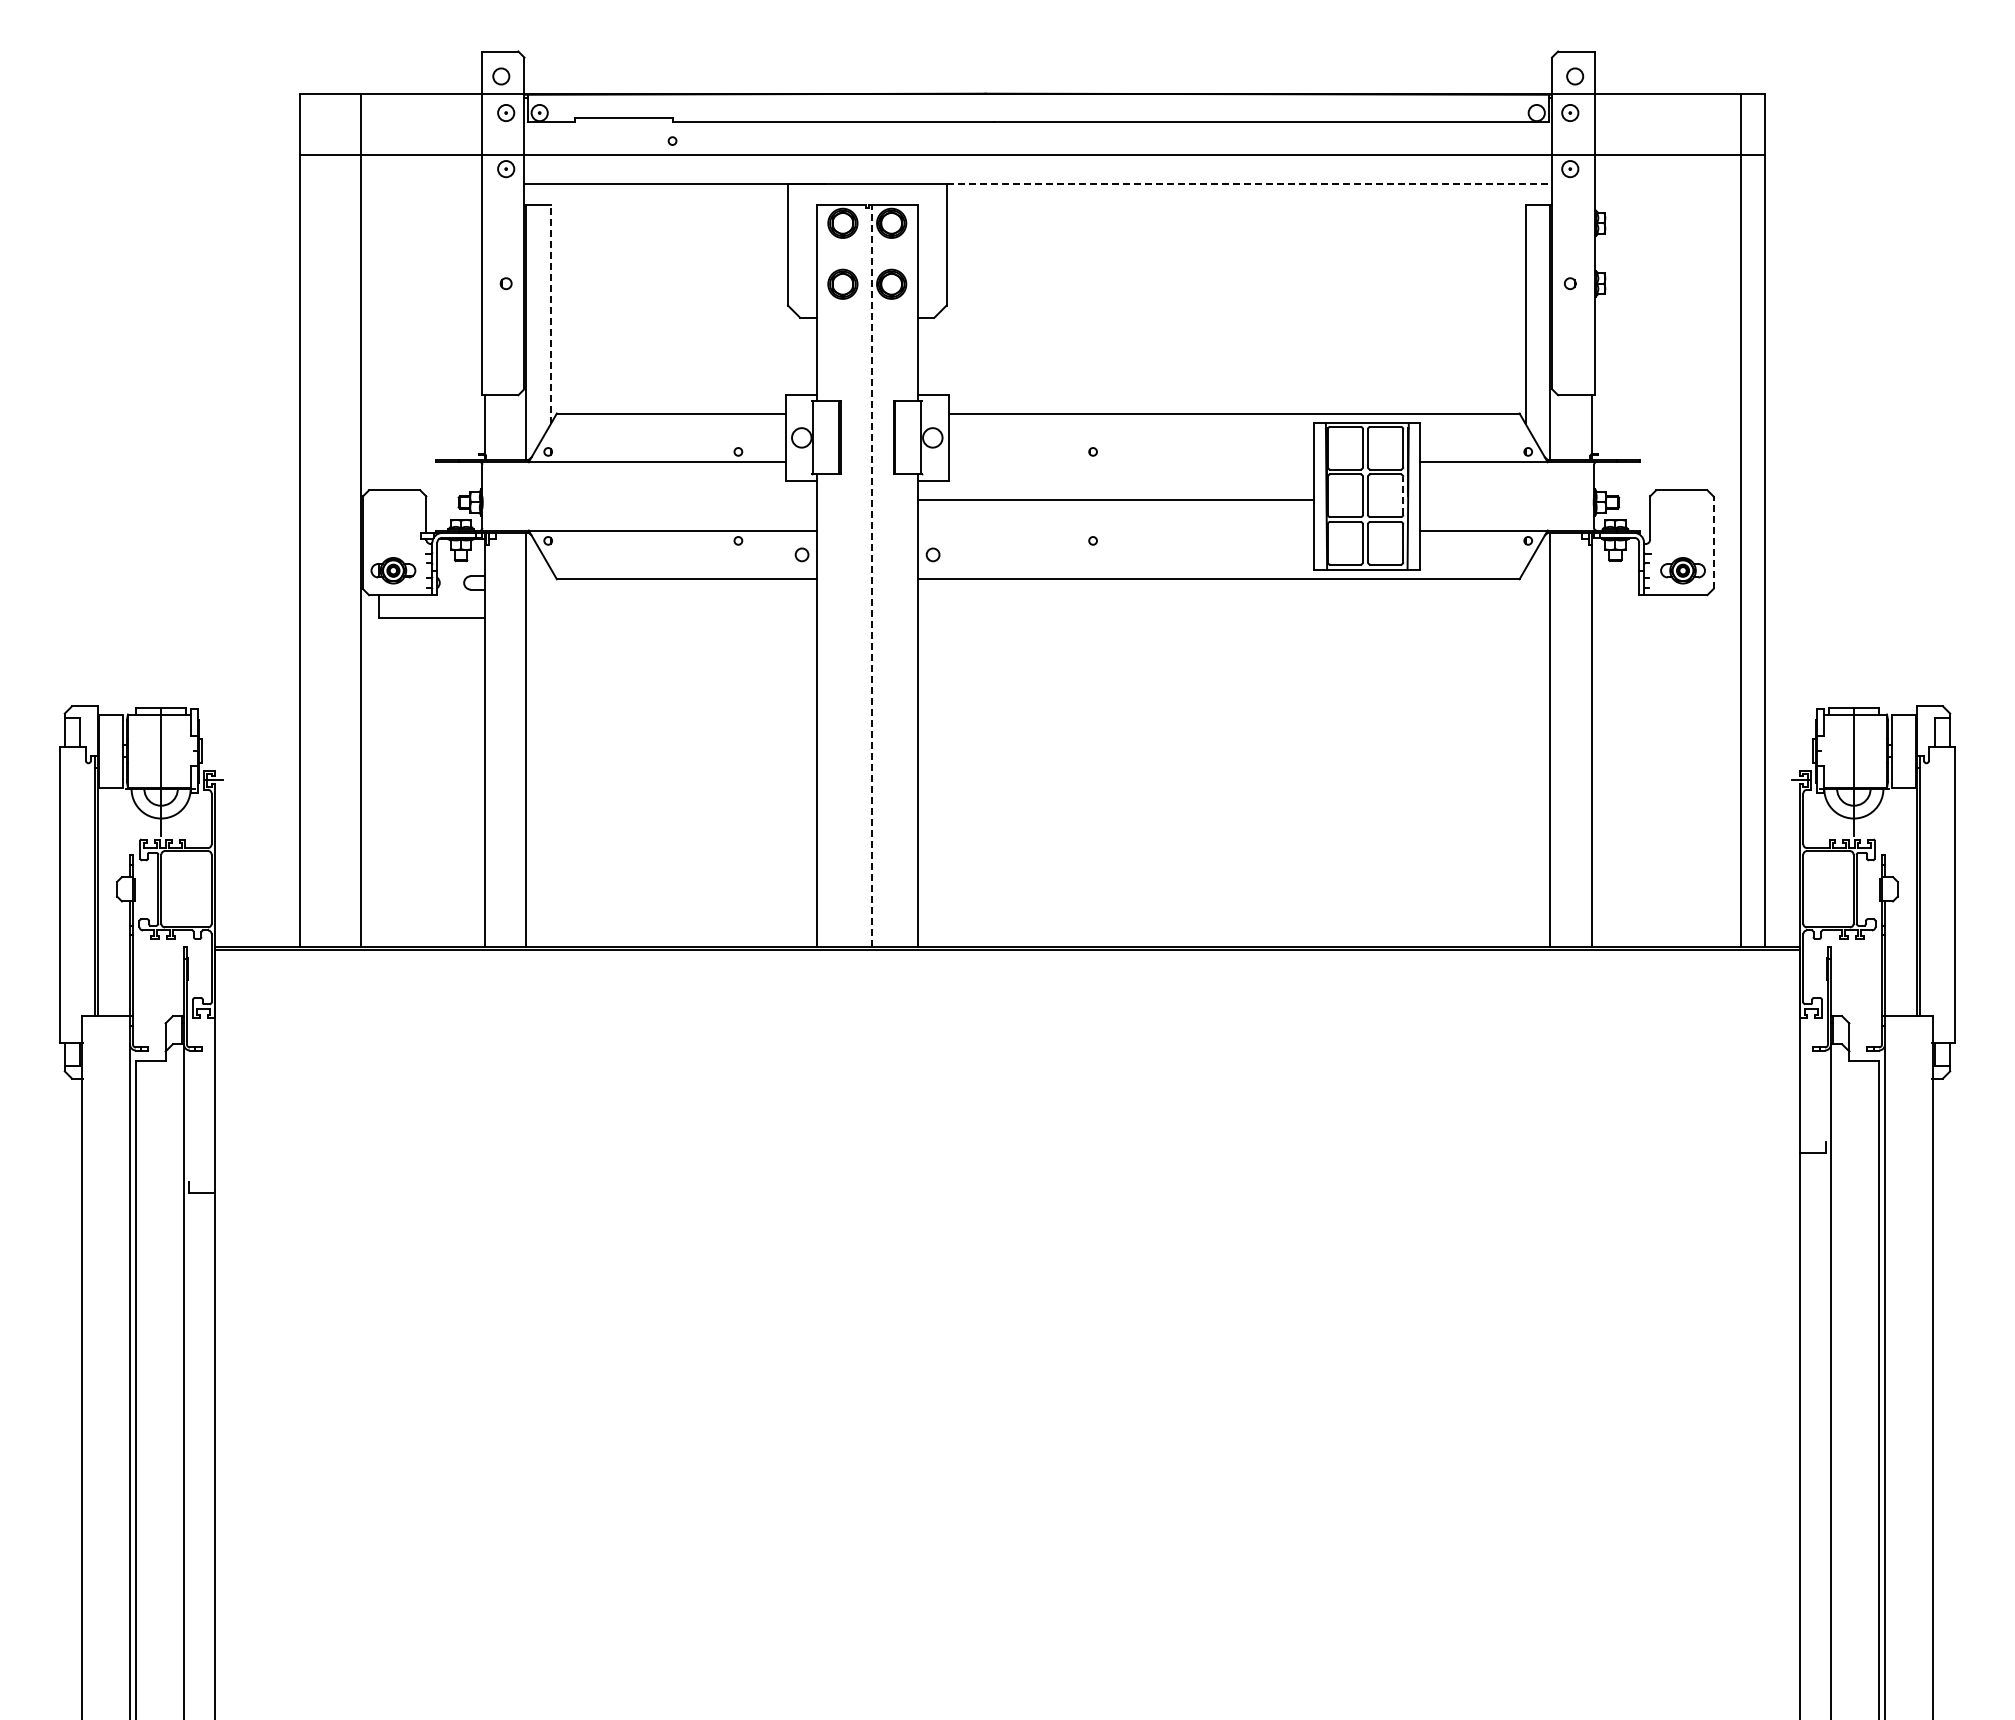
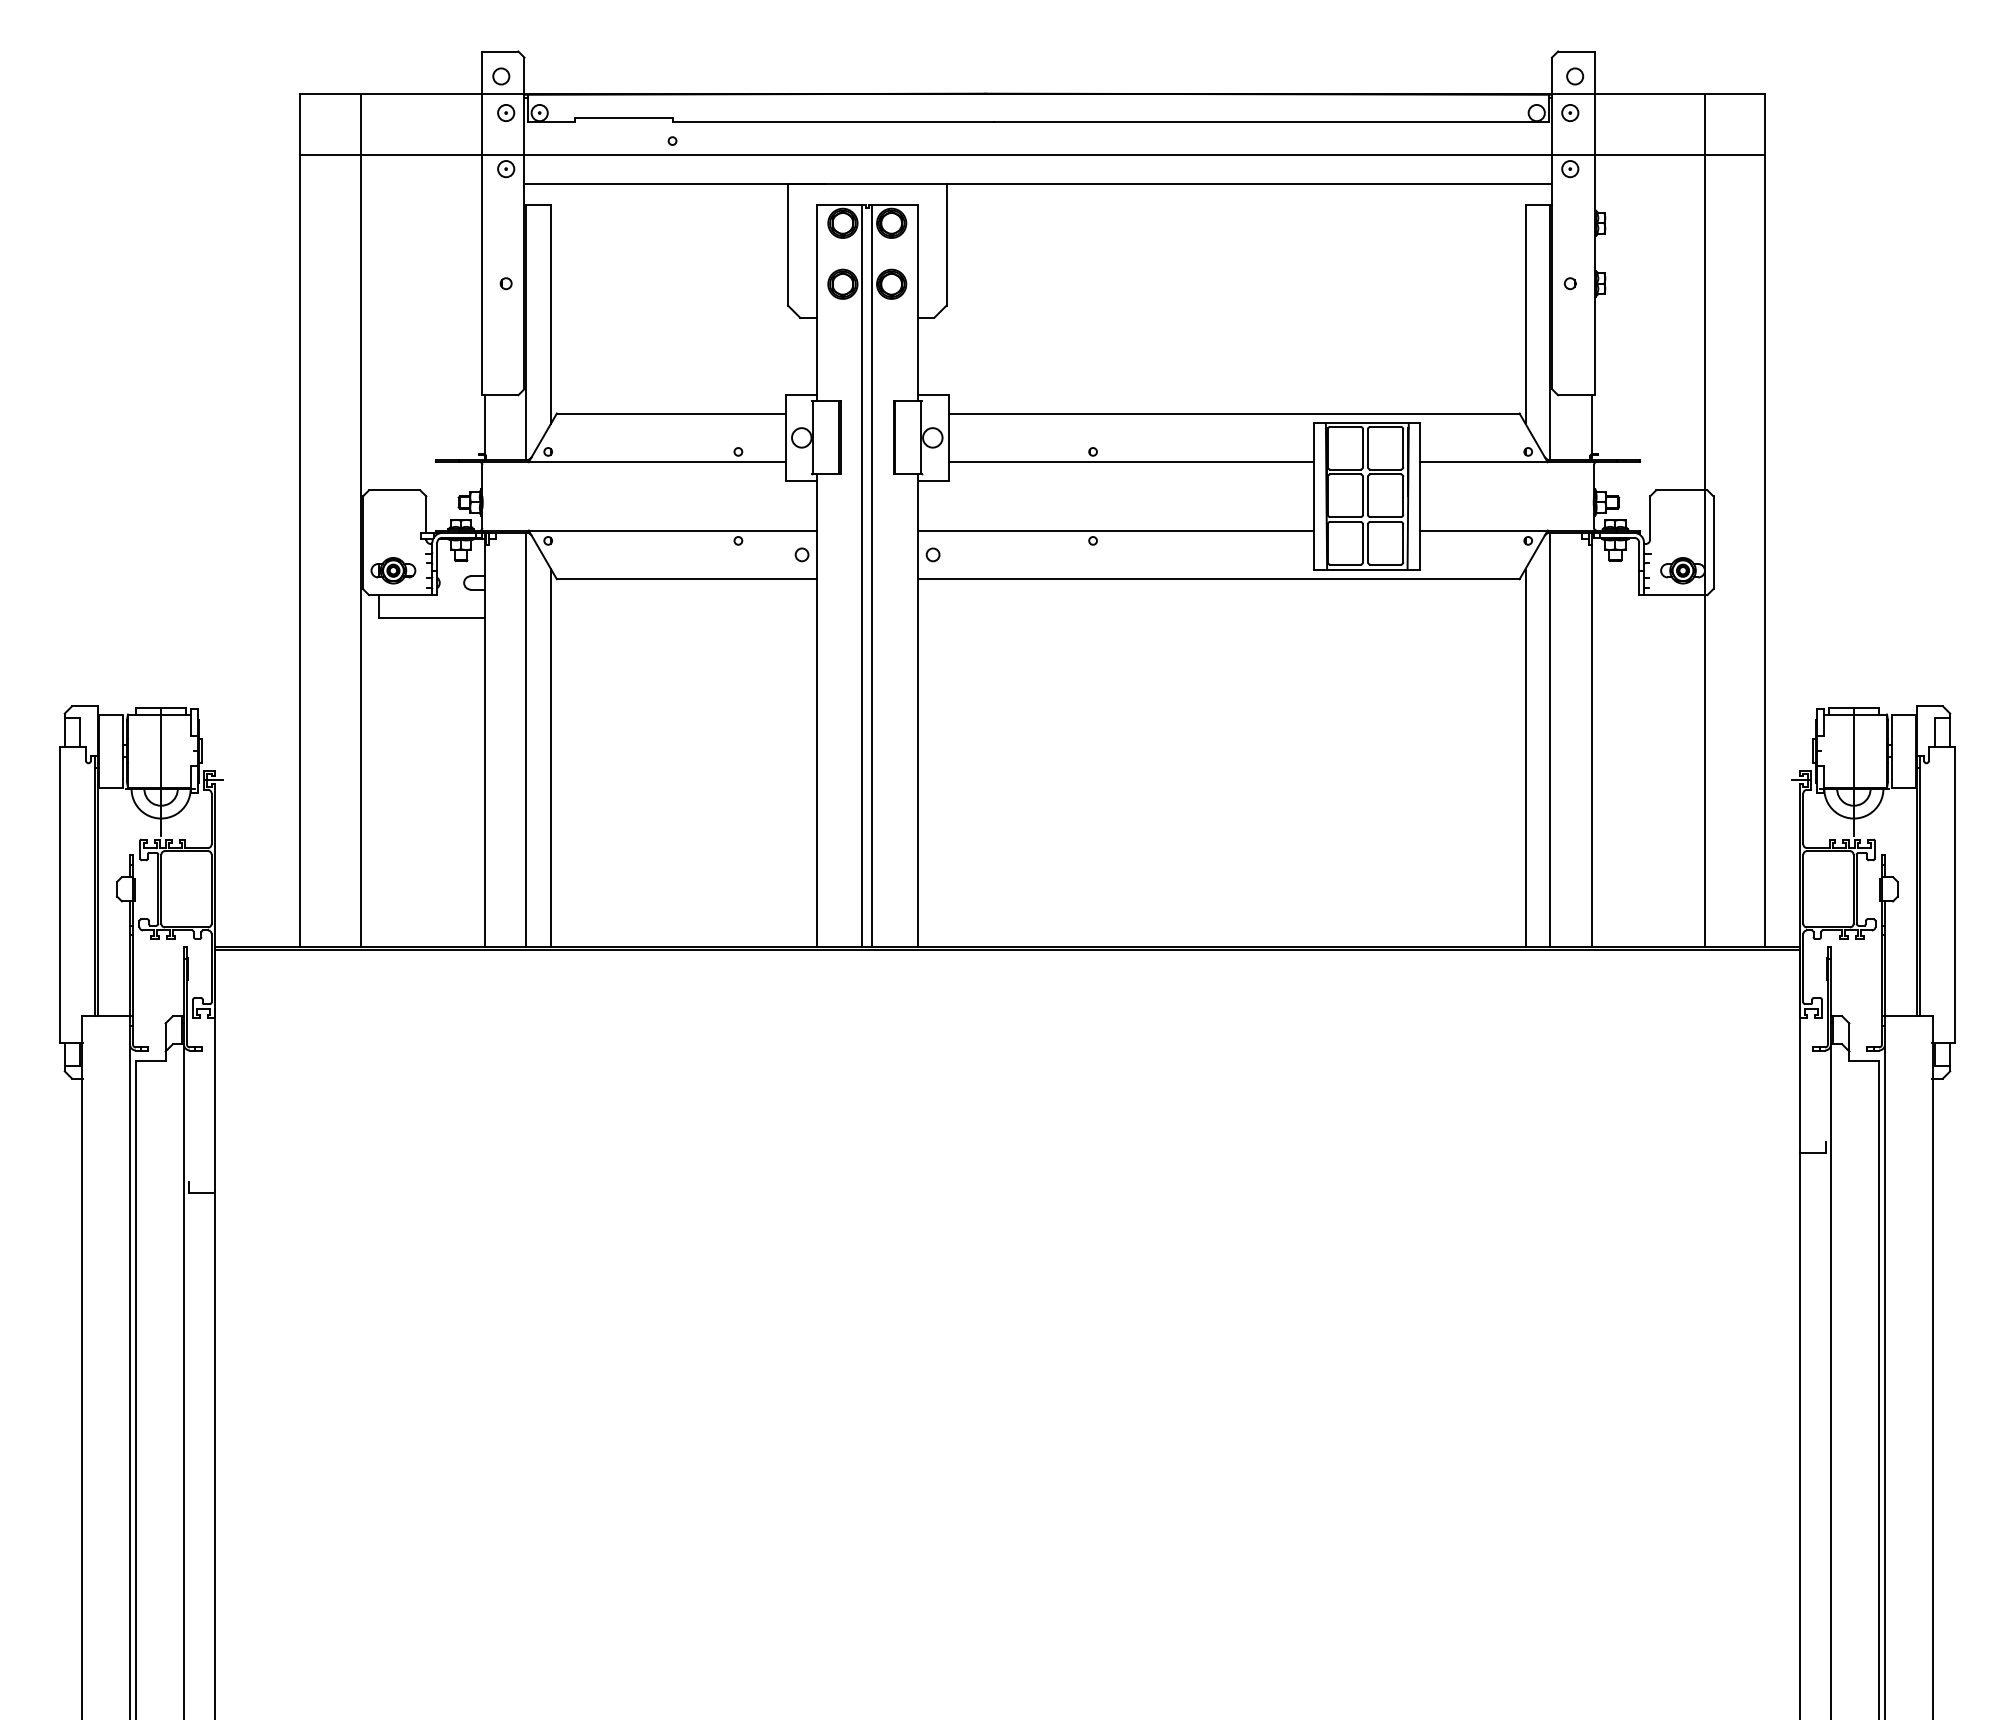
line at (1249, 183): dashed -> solid
line at (550, 314): dashed -> solid
line at (1131, 462): none -> present
line at (1403, 495): dashed -> solid
line at (1115, 499) position: (1115, 499) -> (1115, 530)
line at (1740, 520) position: (1740, 520) -> (1704, 520)
line at (1713, 542): dashed -> solid
line at (872, 575): dashed -> solid
line at (862, 576): none -> present
line at (550, 757): none -> present
line at (1525, 757): none -> present
